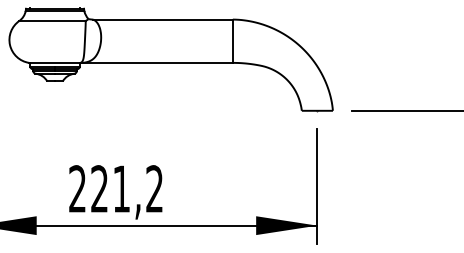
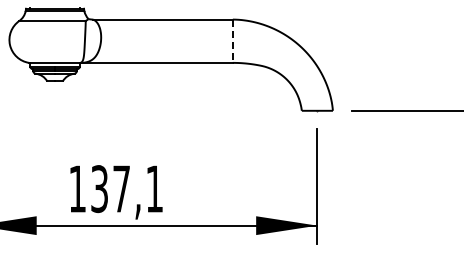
line at (232, 41): solid -> dashed
text at (115, 189): 221,2 -> 137,1
